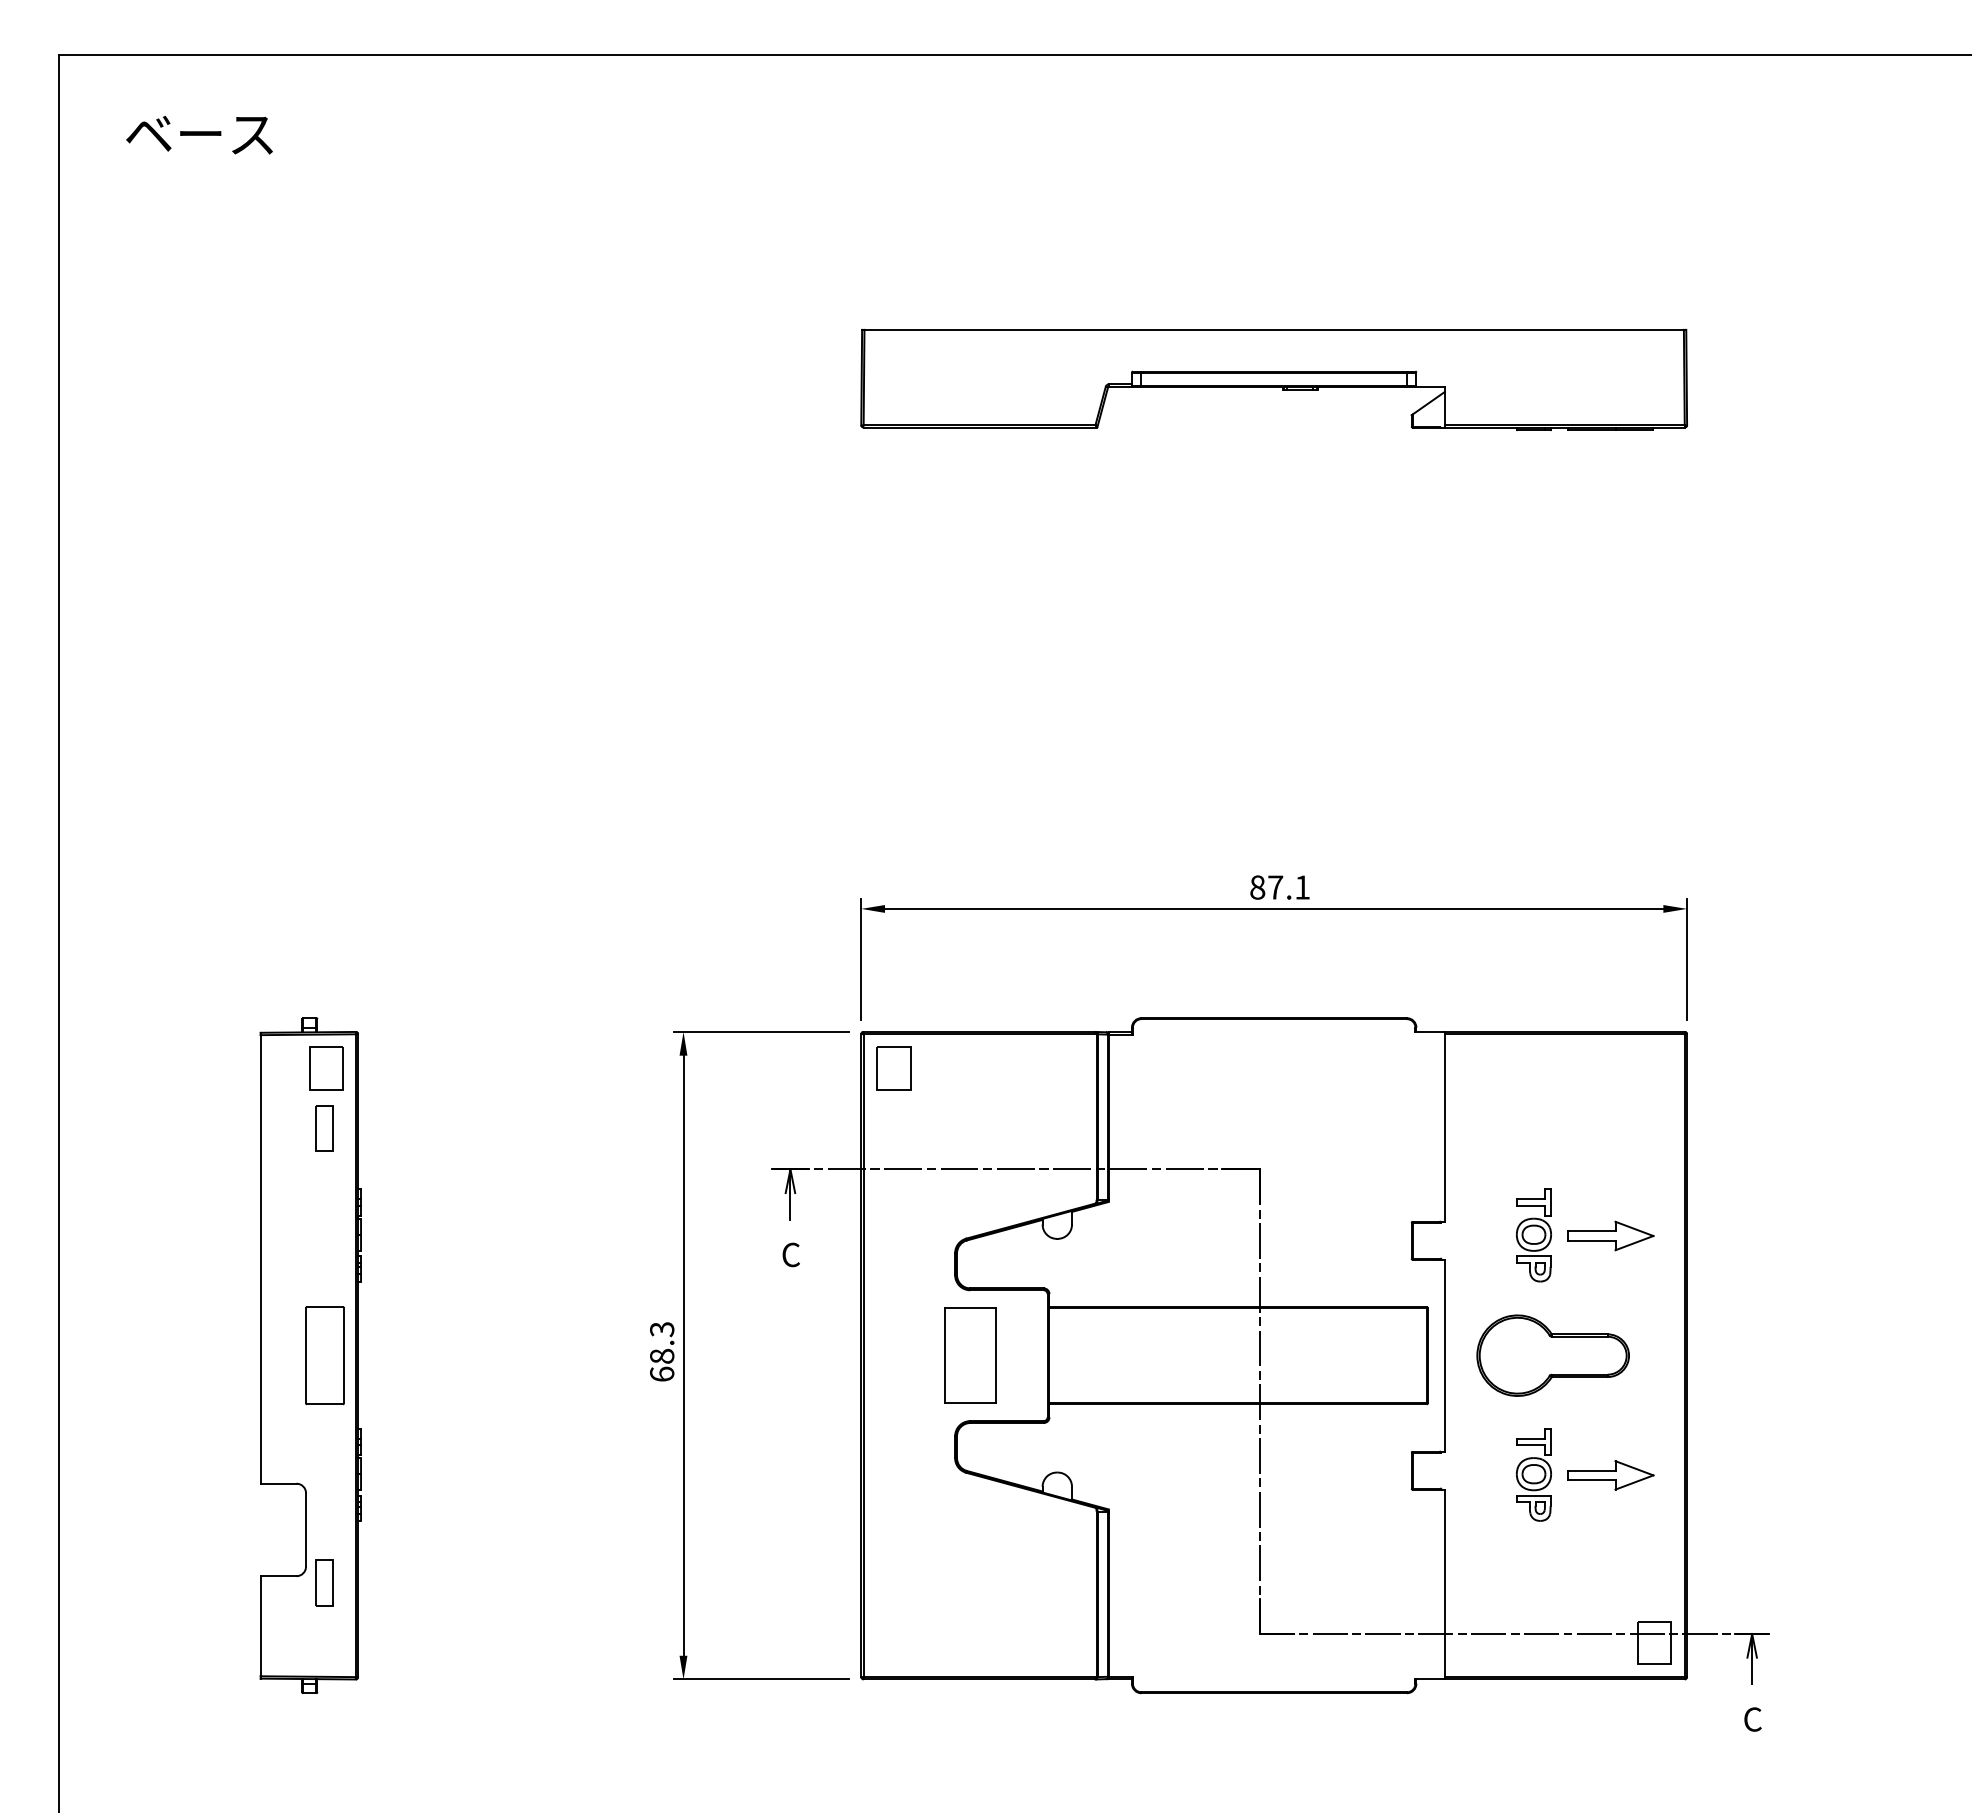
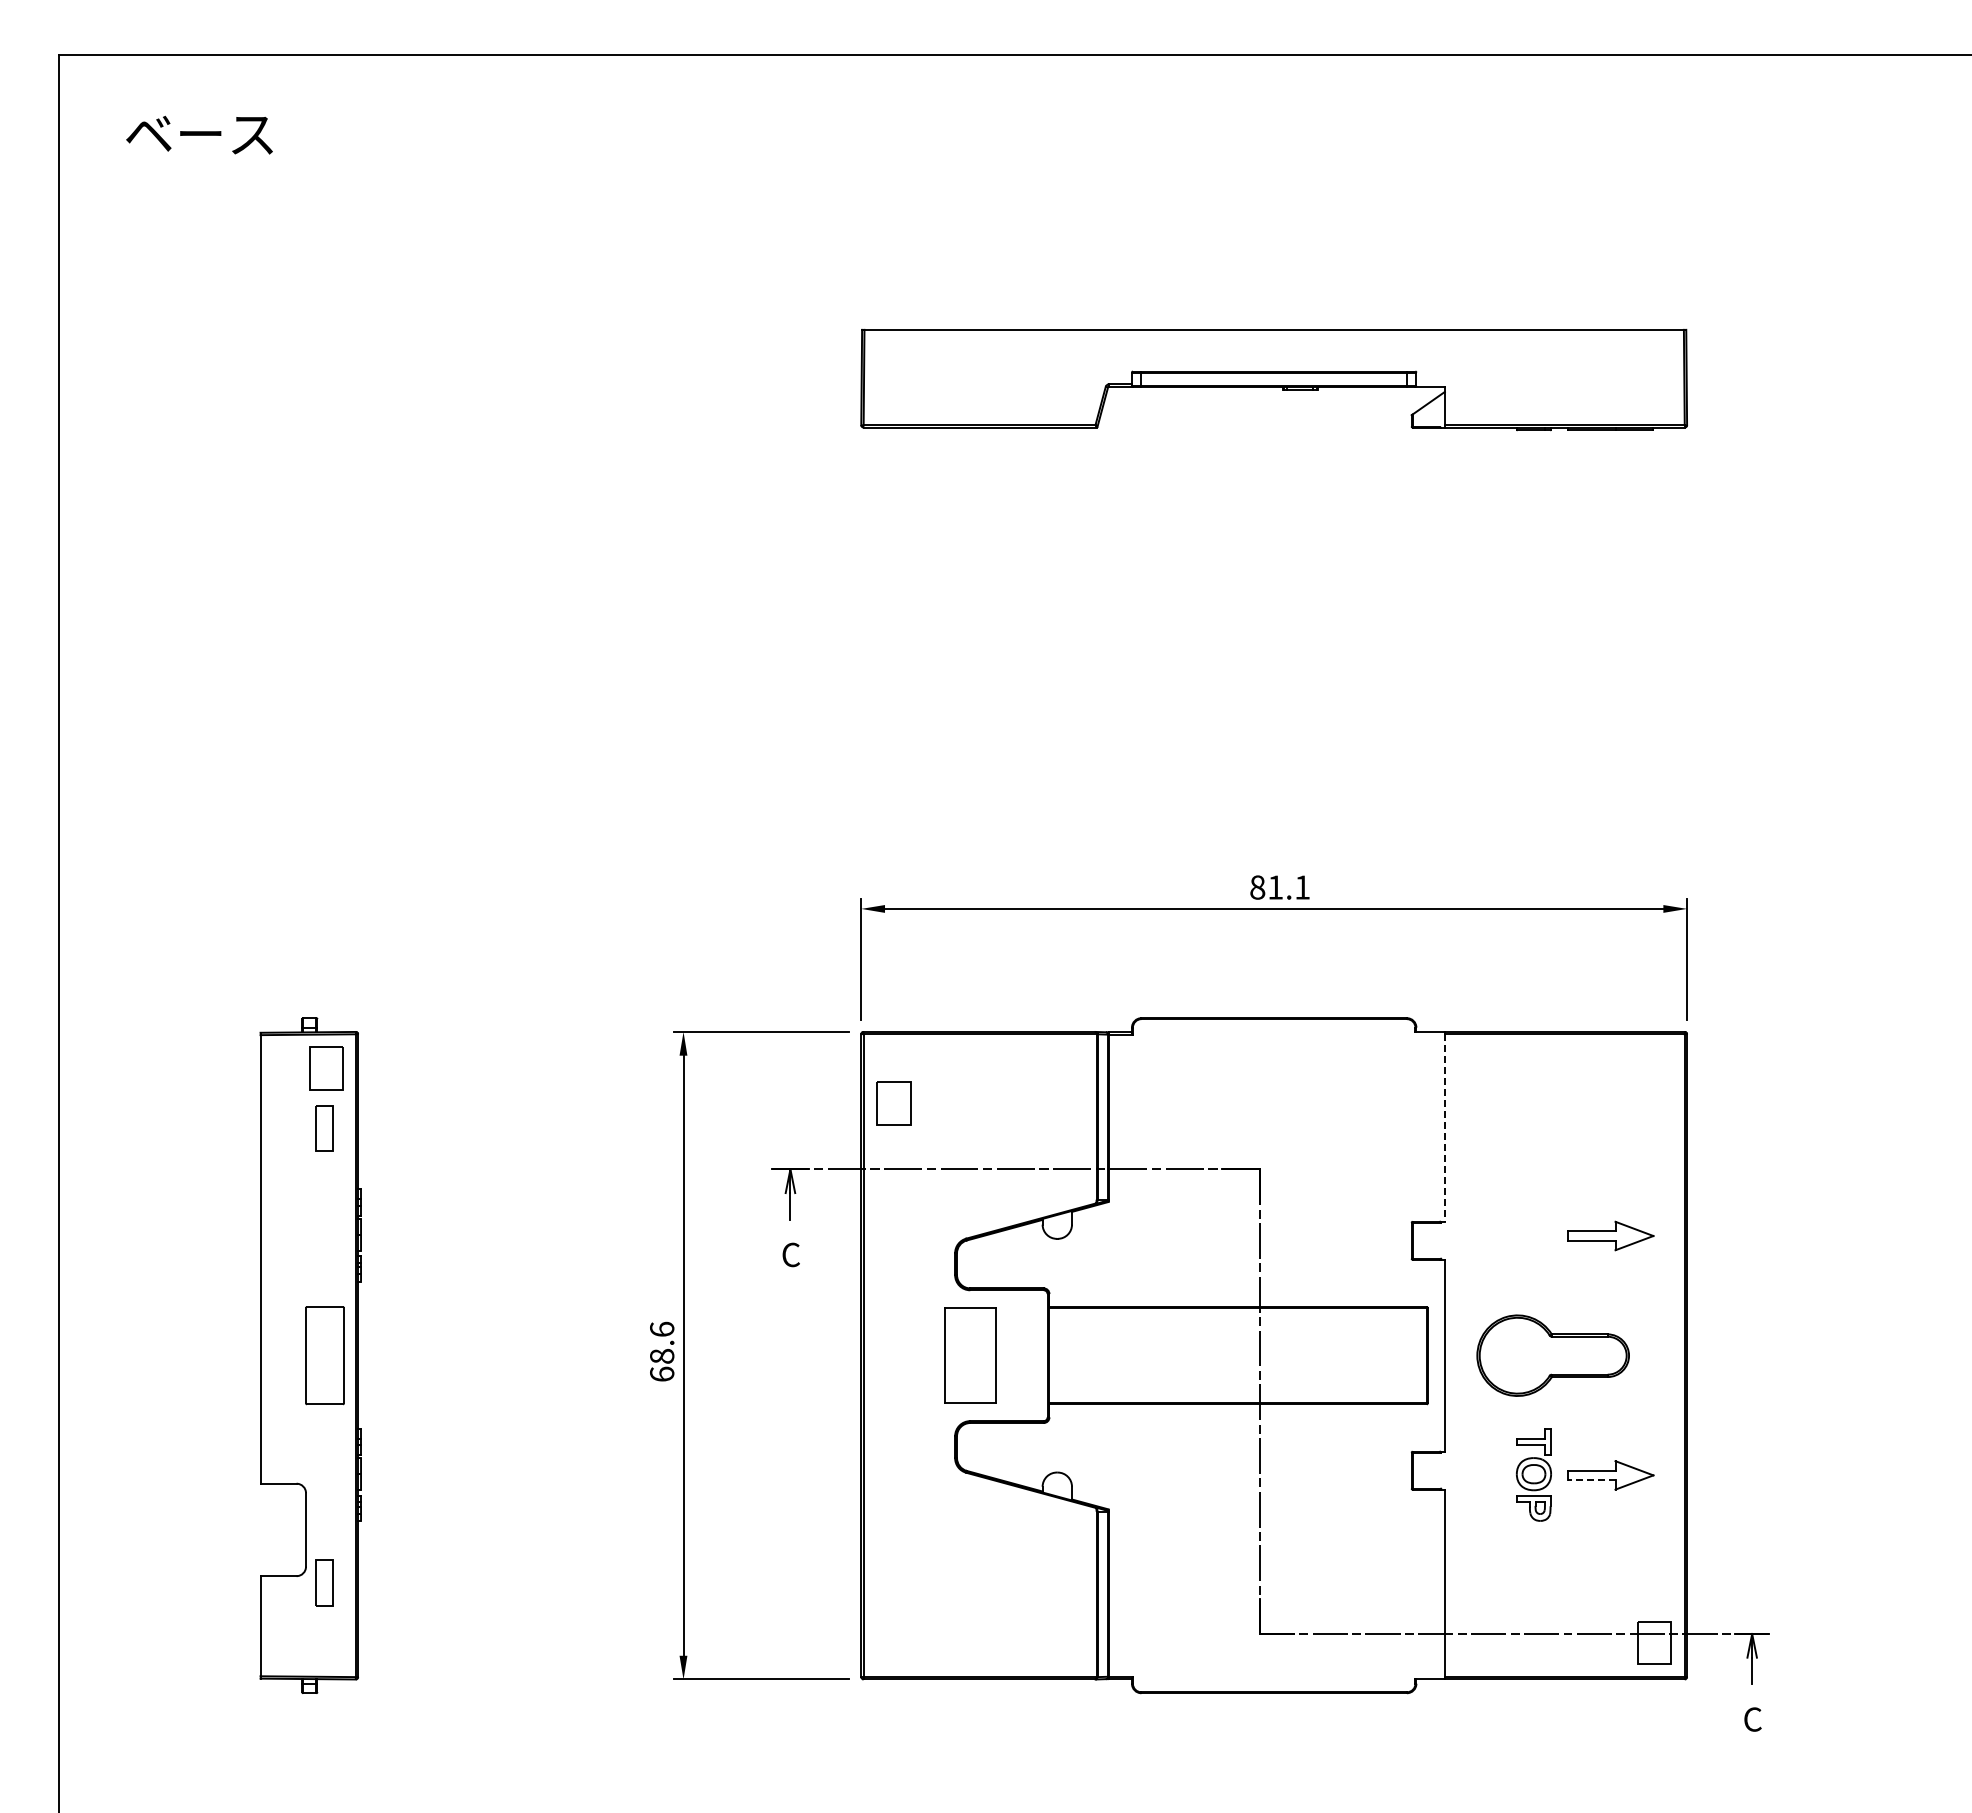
text at (1275, 887): 87.1 -> 81.1
part at (893, 1068) position: (893, 1068) -> (893, 1103)
line at (1444, 1128): solid -> dashed
part at (1533, 1235): present -> none
text at (662, 1329): 68.3 -> 68.6
line at (1591, 1480): solid -> dashed
